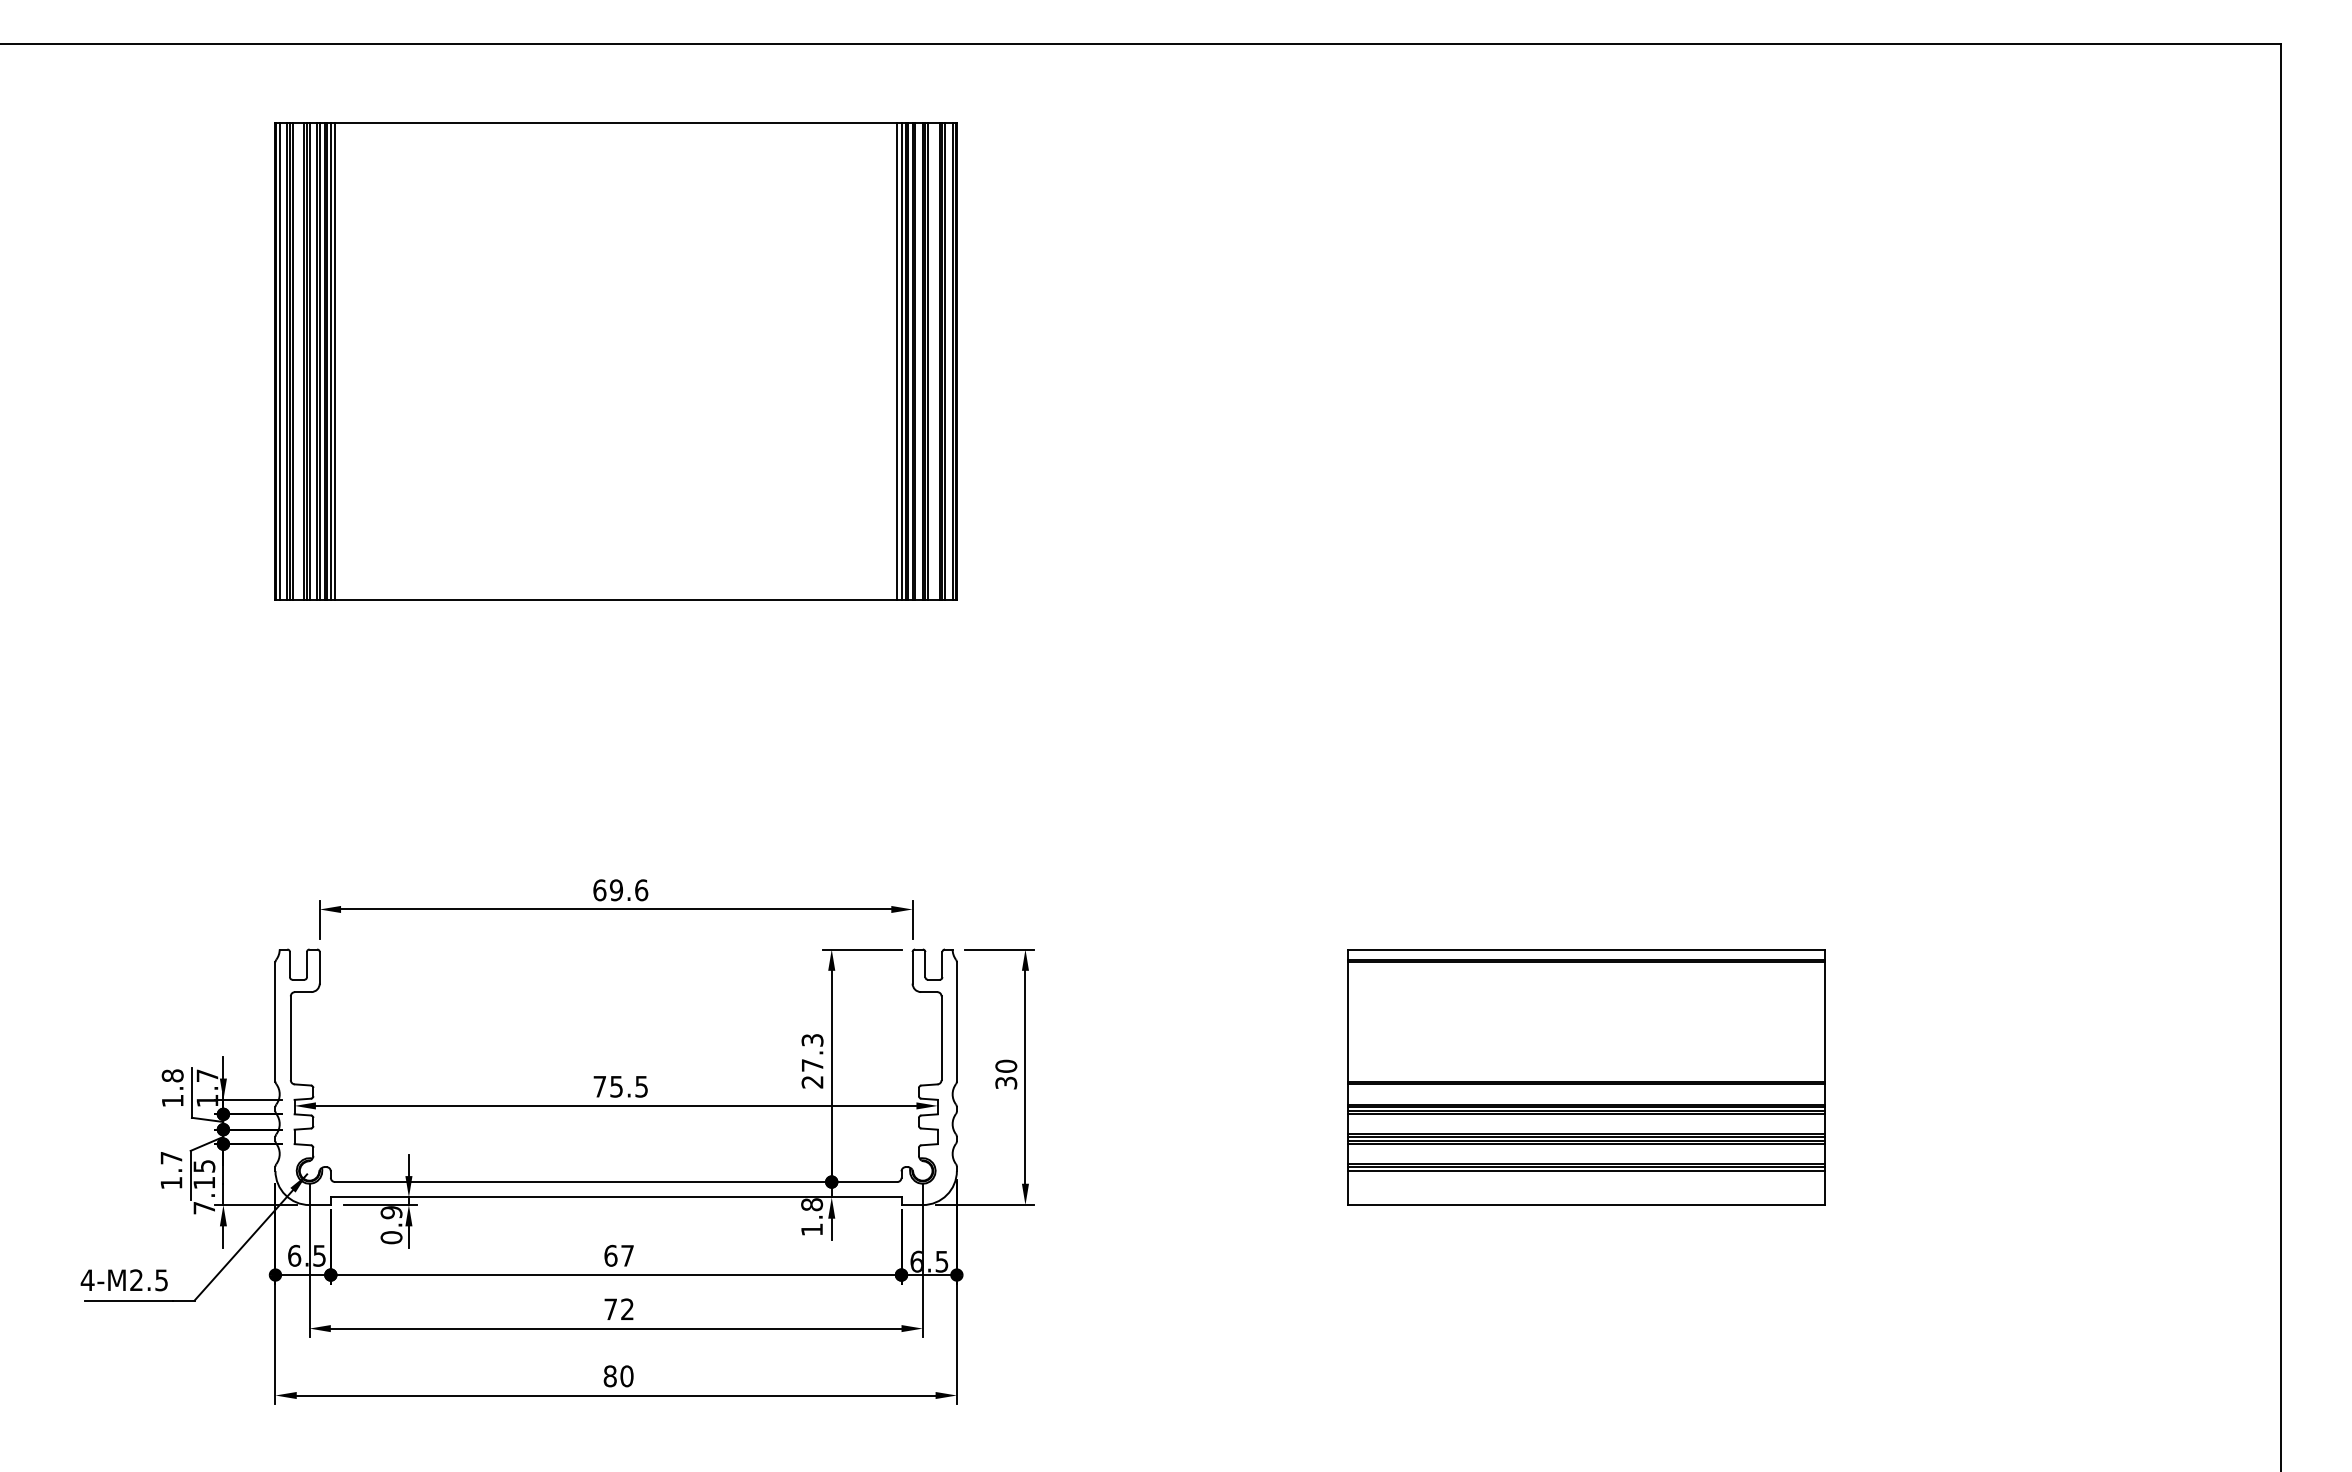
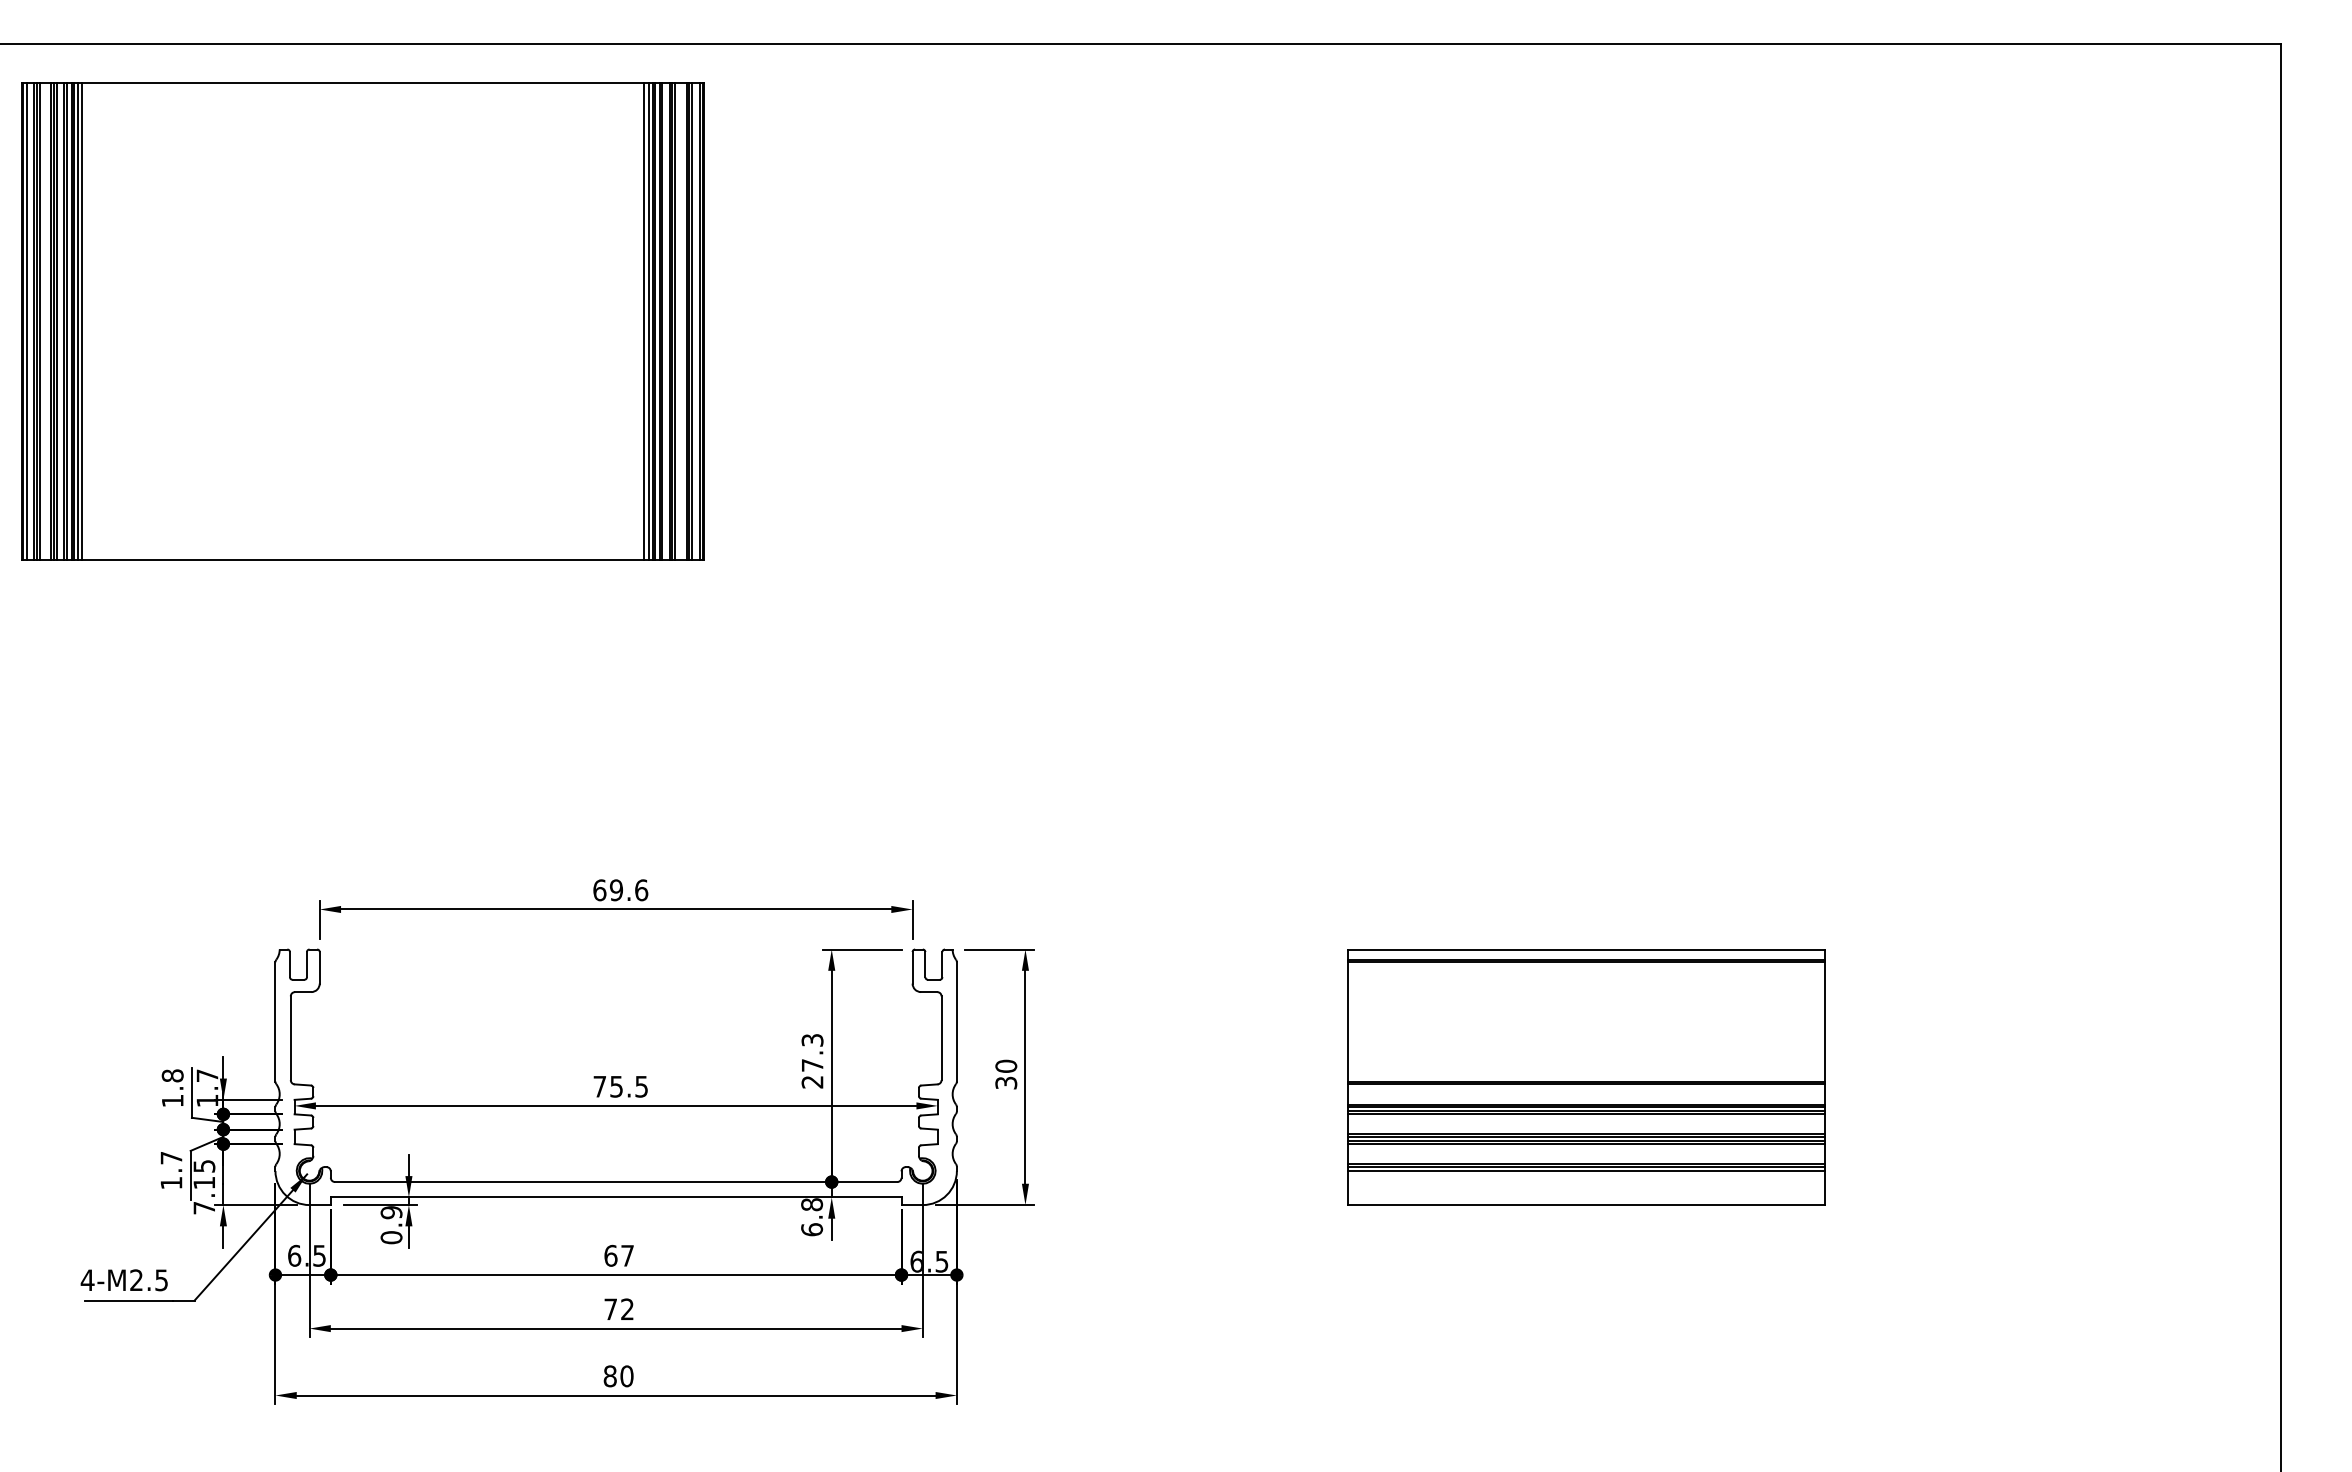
part at (615, 361) position: (615, 361) -> (362, 321)
text at (812, 1229): 1.8 -> 6.8
